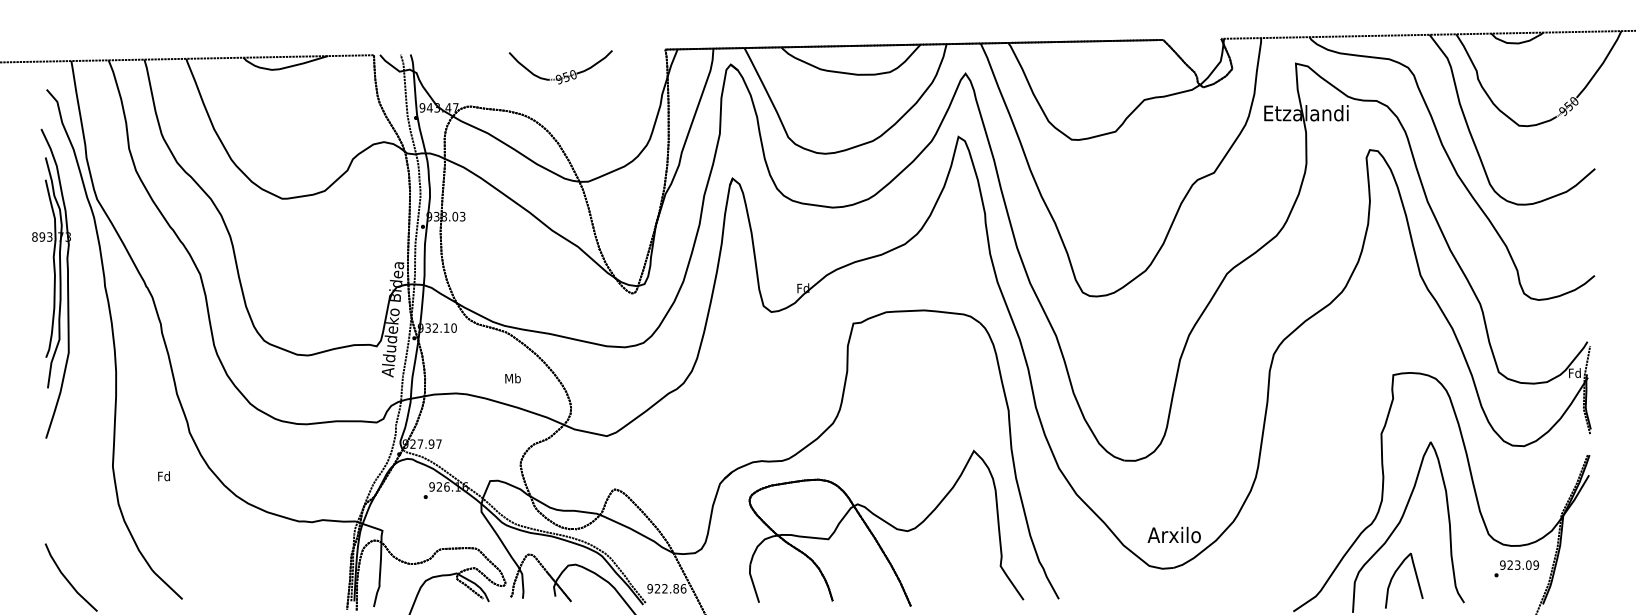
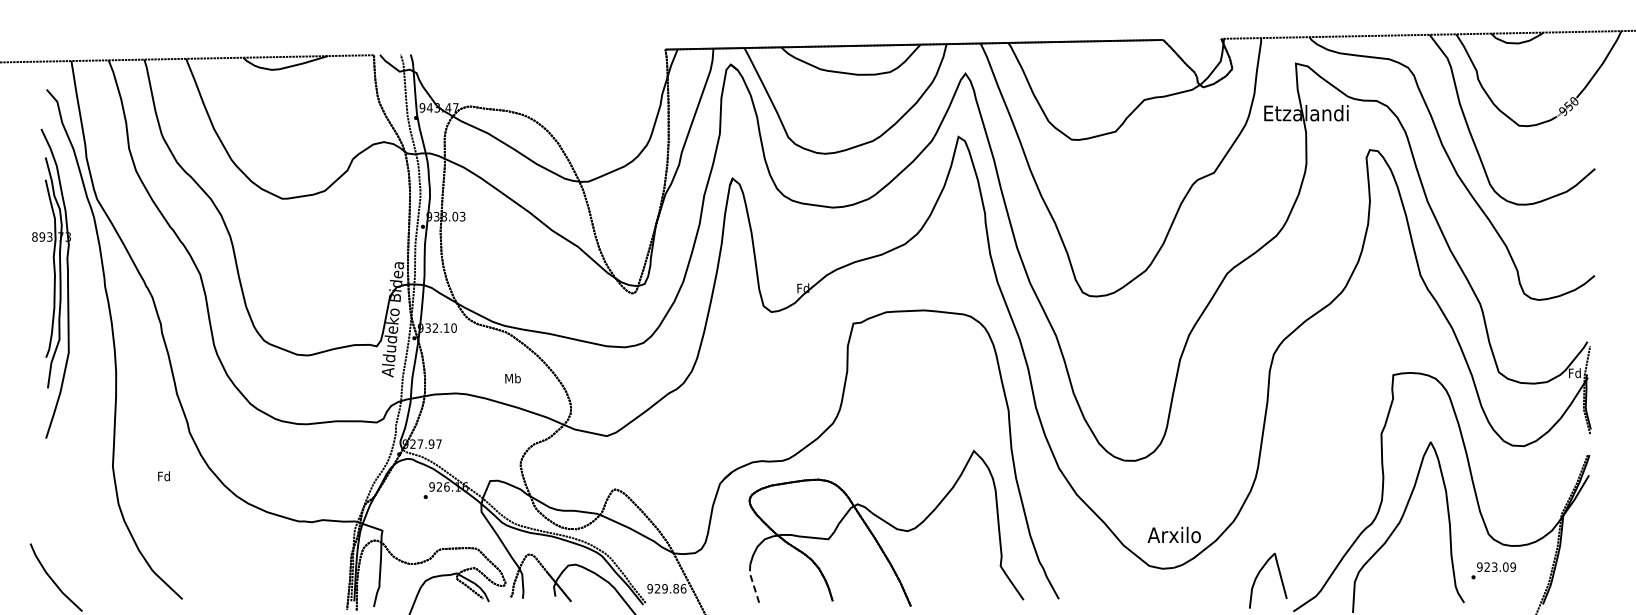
part at (562, 73): present -> none
text at (1516, 568) position: (1516, 568) -> (1493, 570)
curve at (1395, 574) position: (1395, 574) -> (1259, 574)
line at (68, 579) position: (68, 579) -> (53, 579)
line at (752, 582): solid -> dashed
text at (664, 588): 922.86 -> 929.86
